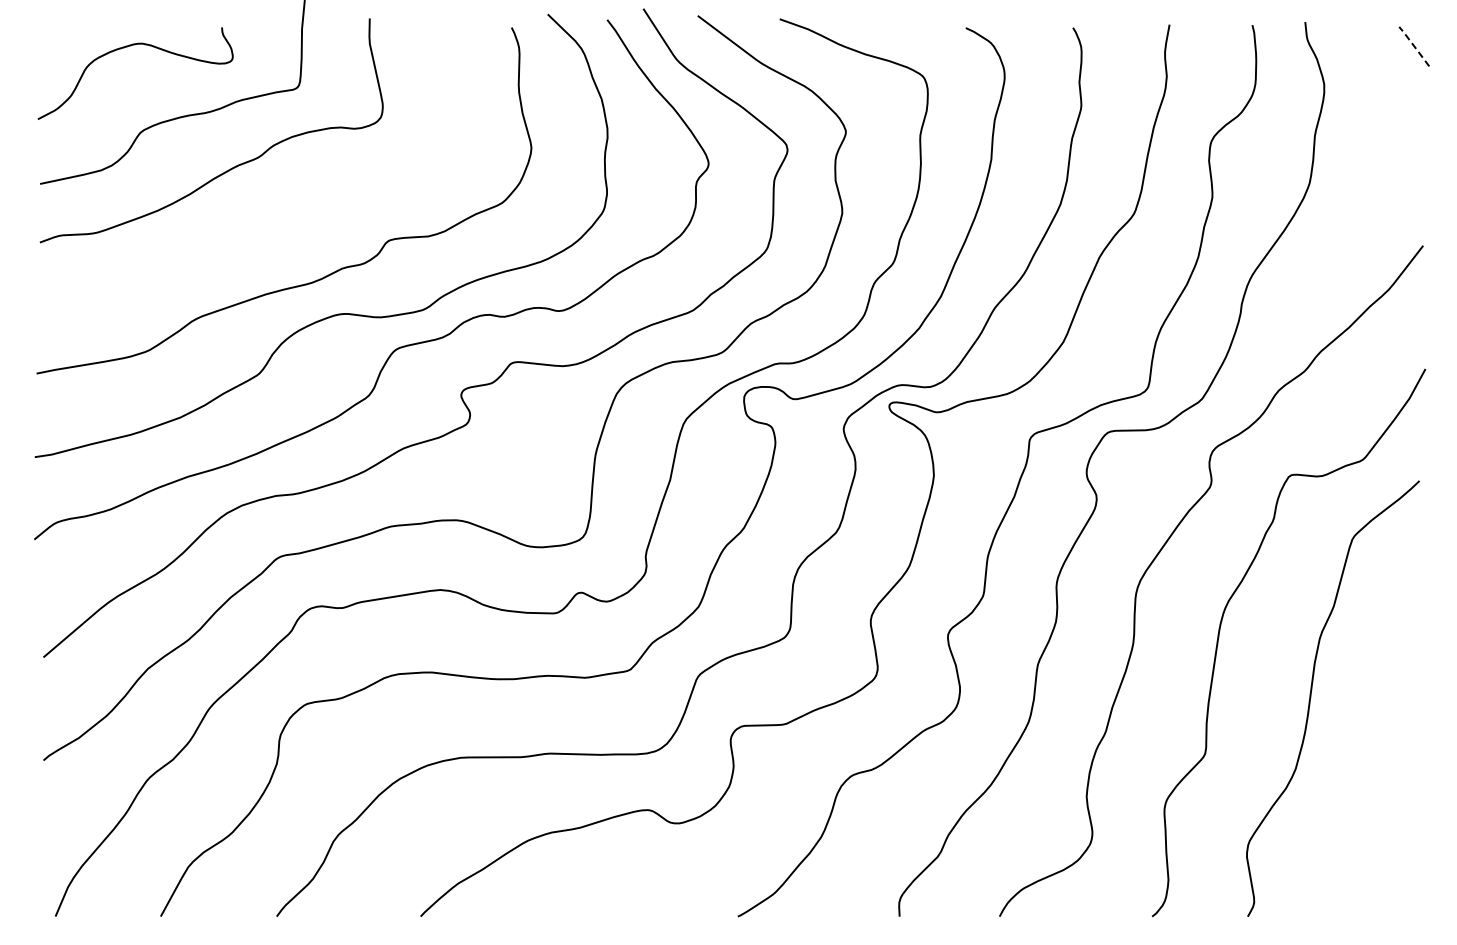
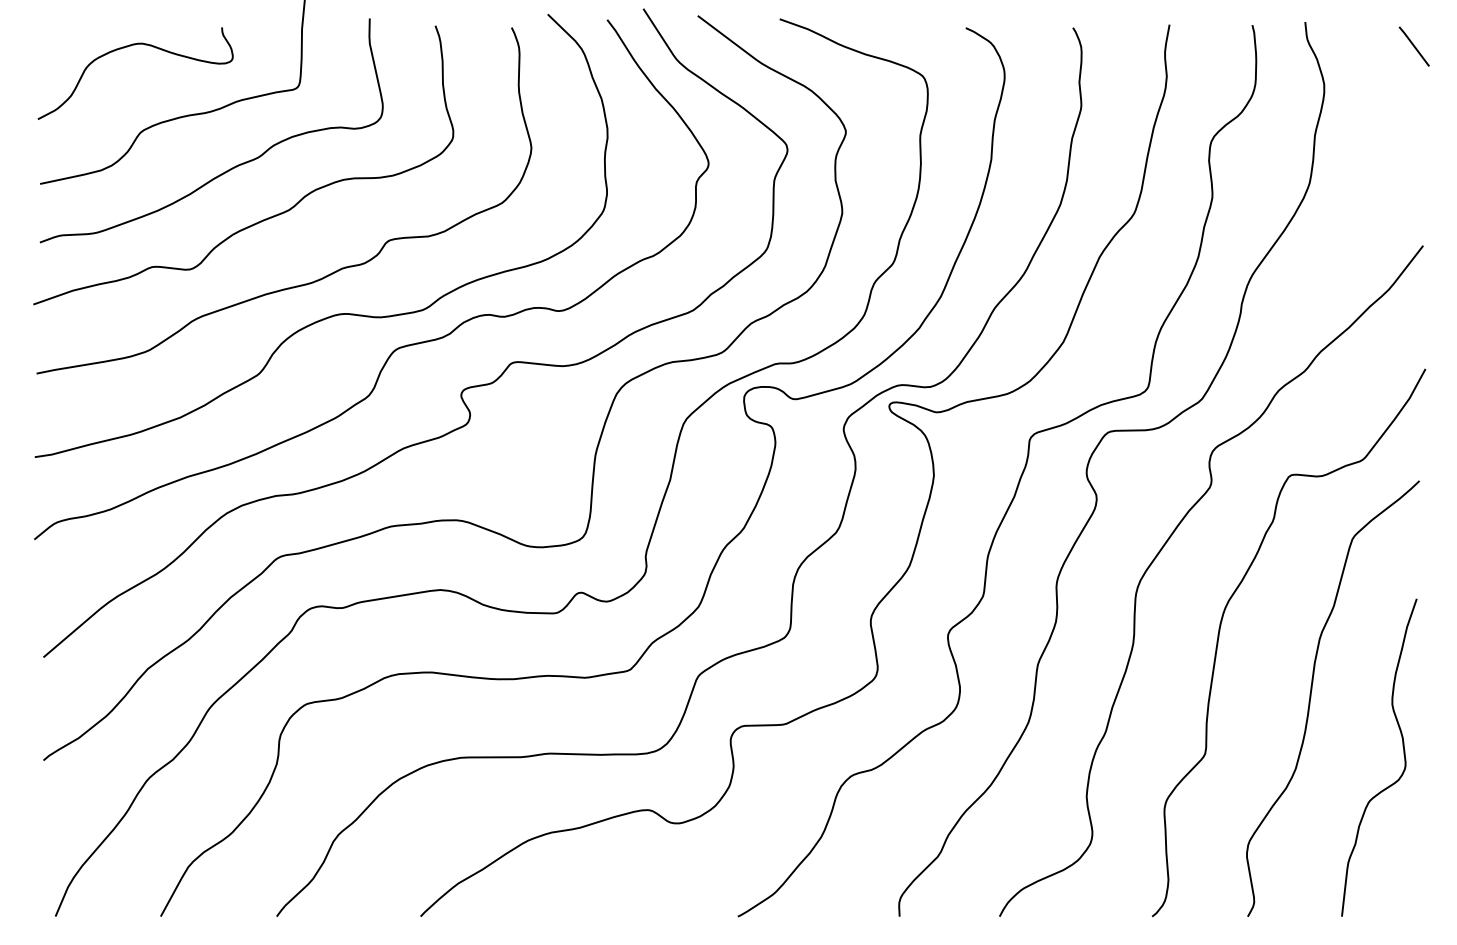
line at (1414, 46): dashed -> solid
curve at (262, 219): none -> present
curve at (1403, 755): none -> present
